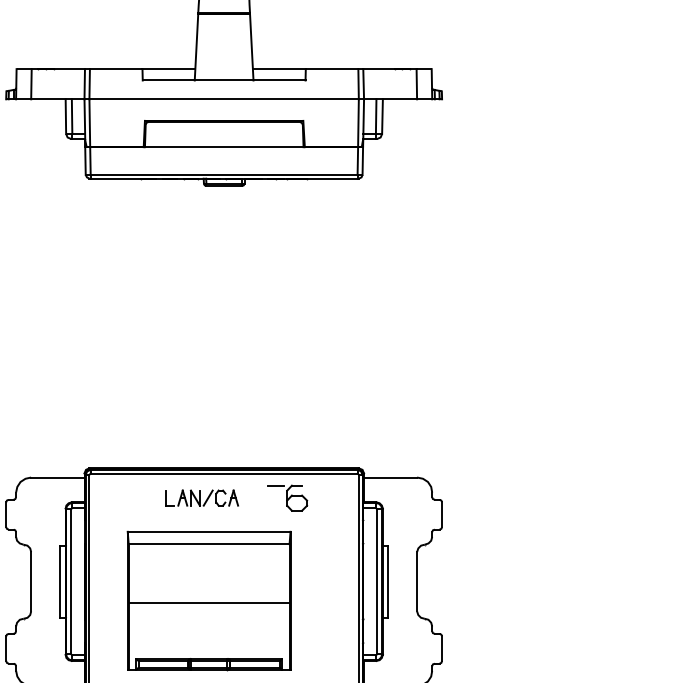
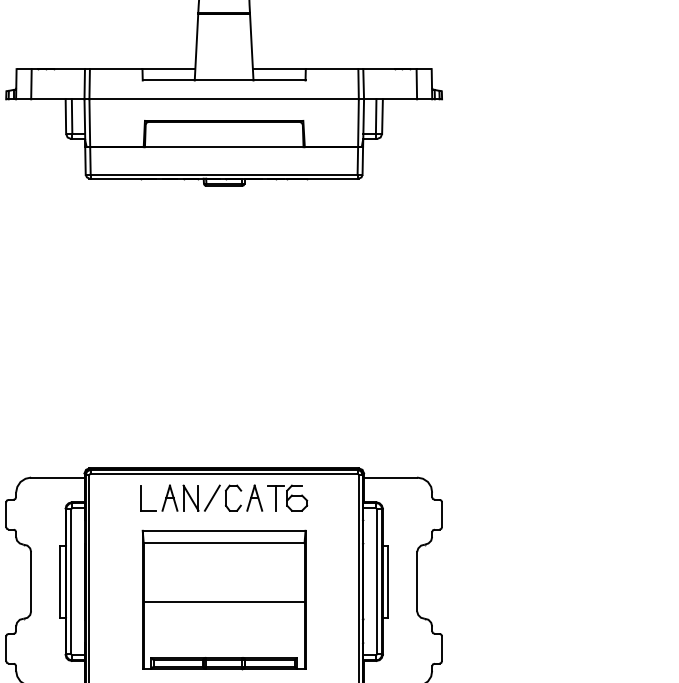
part at (201, 497) size: 74x18 px -> 124x28 px
line at (276, 497): none -> present
part at (208, 600) position: (208, 600) -> (223, 599)
